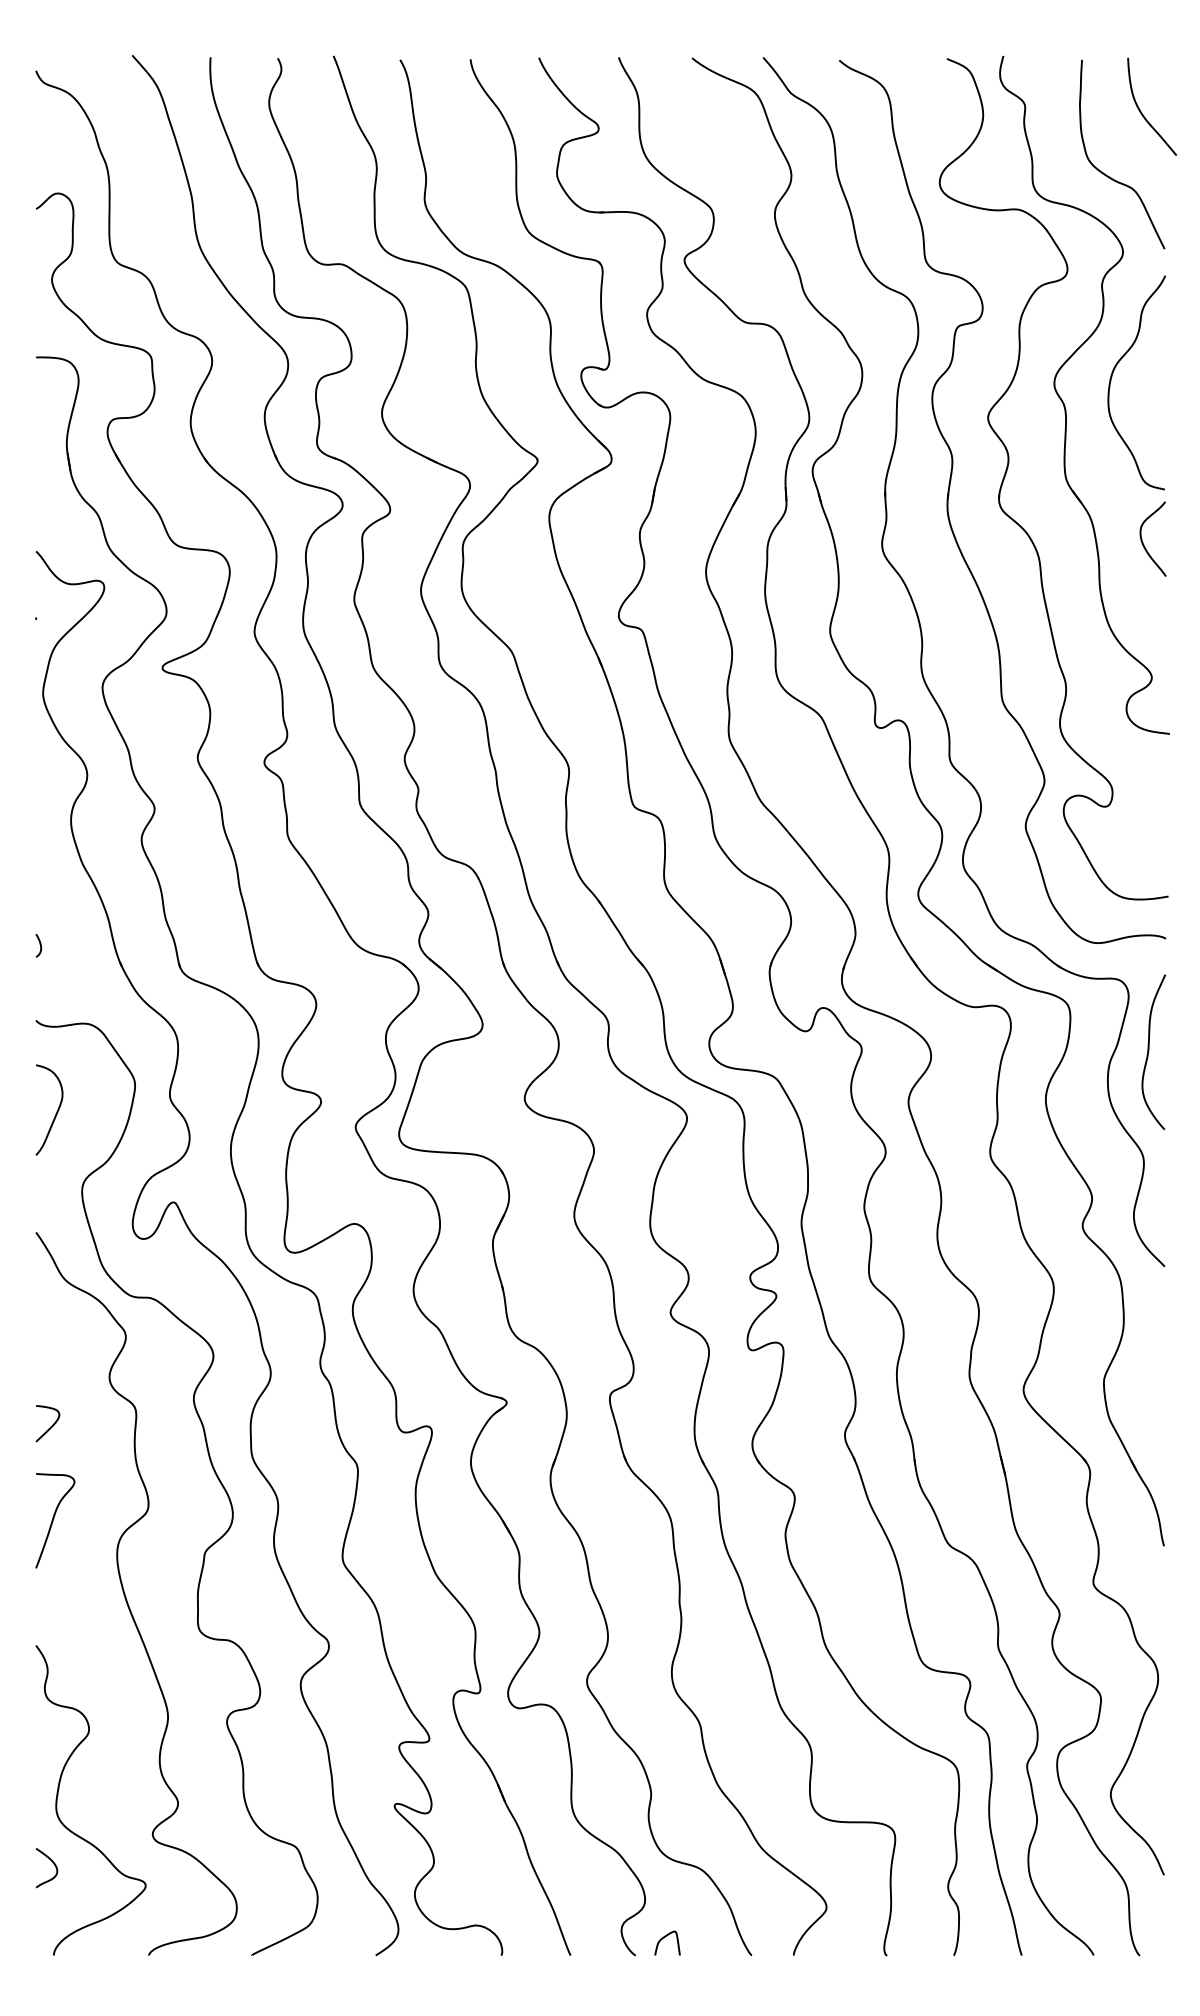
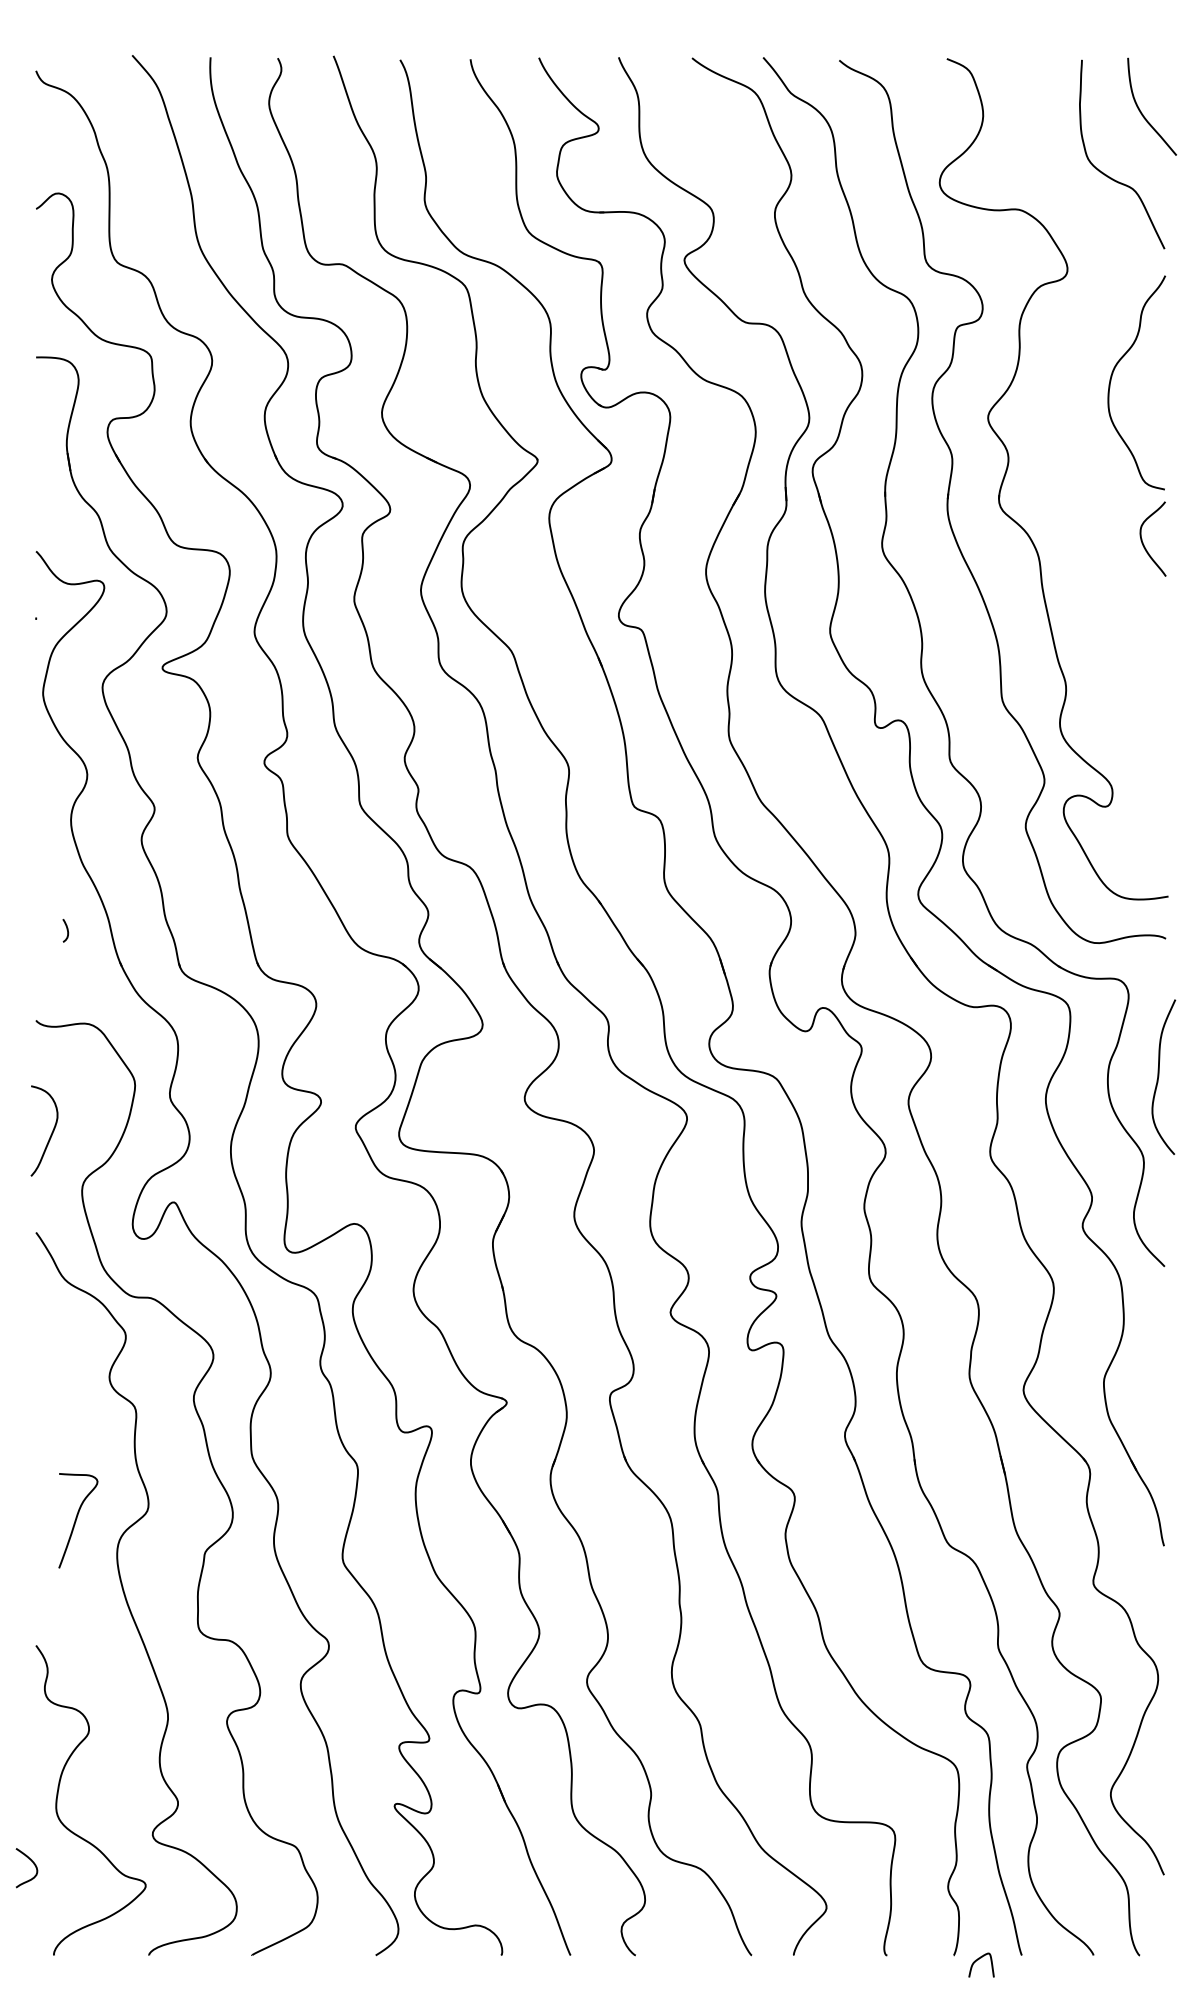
part at (1064, 403): present -> none
curve at (39, 944) position: (39, 944) -> (66, 929)
curve at (1149, 1051) position: (1149, 1051) -> (1159, 1076)
curve at (55, 1113) position: (55, 1113) -> (50, 1134)
curve at (50, 1426): present -> none
curve at (53, 1520) position: (53, 1520) -> (76, 1520)
curve at (53, 1864) position: (53, 1864) -> (33, 1864)
curve at (664, 1938) position: (664, 1938) -> (978, 1960)
